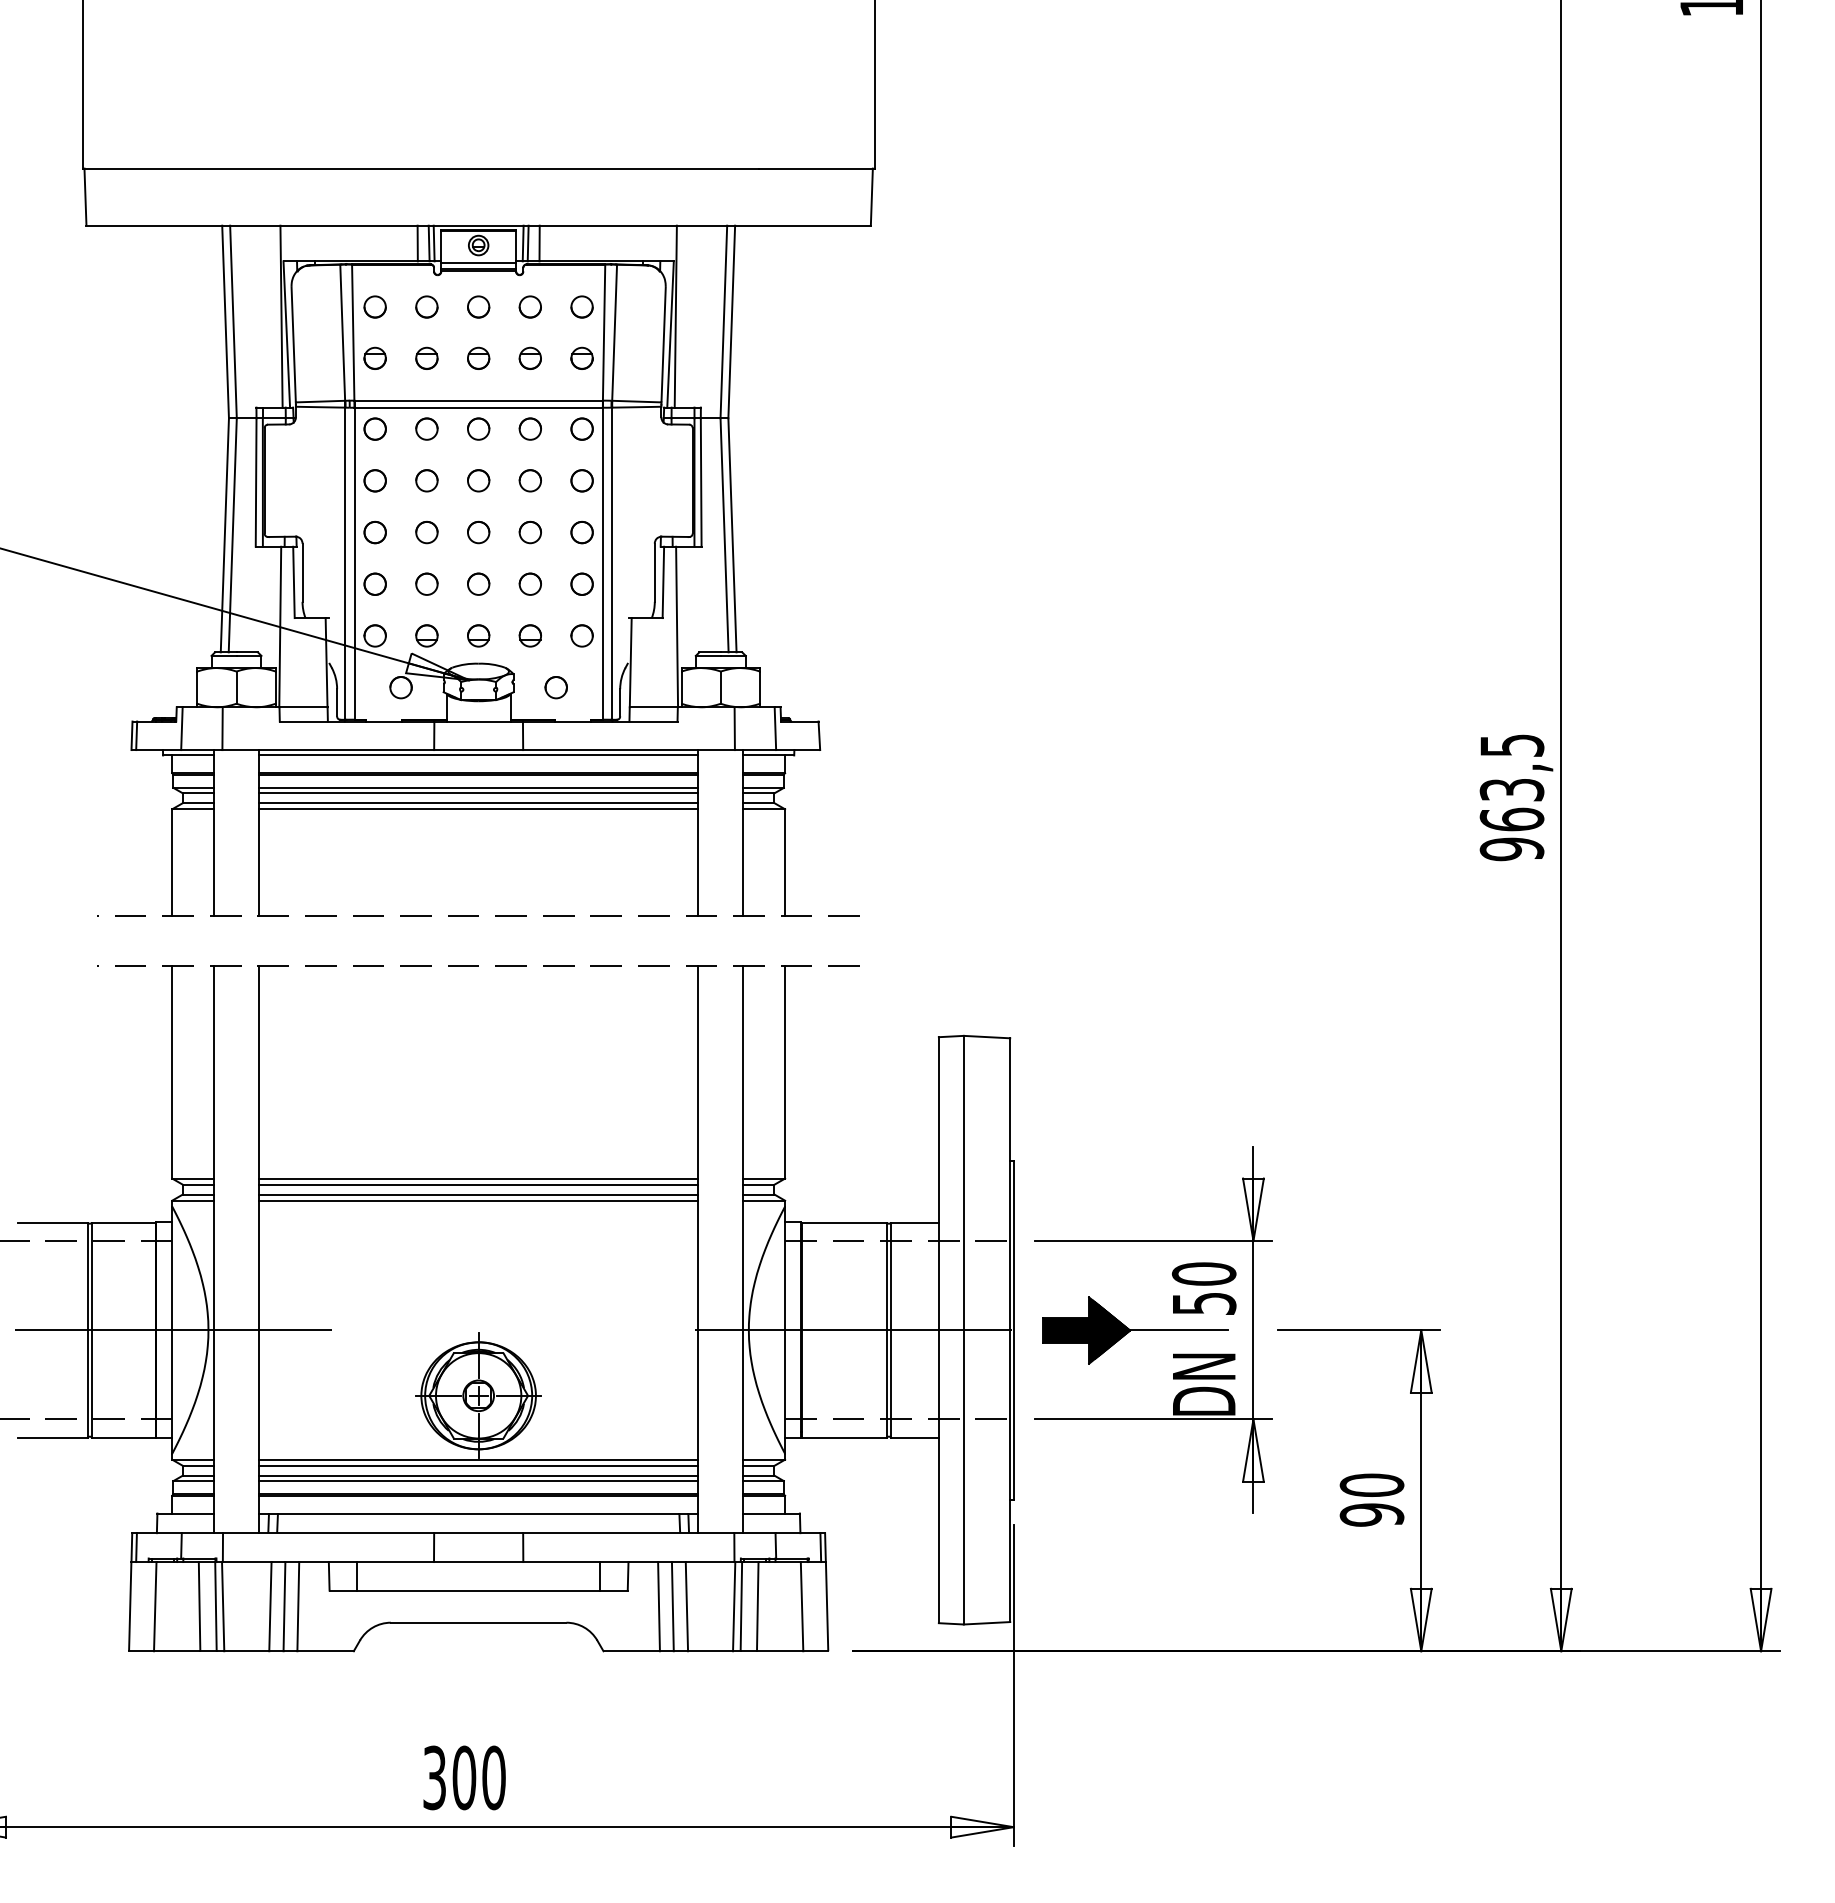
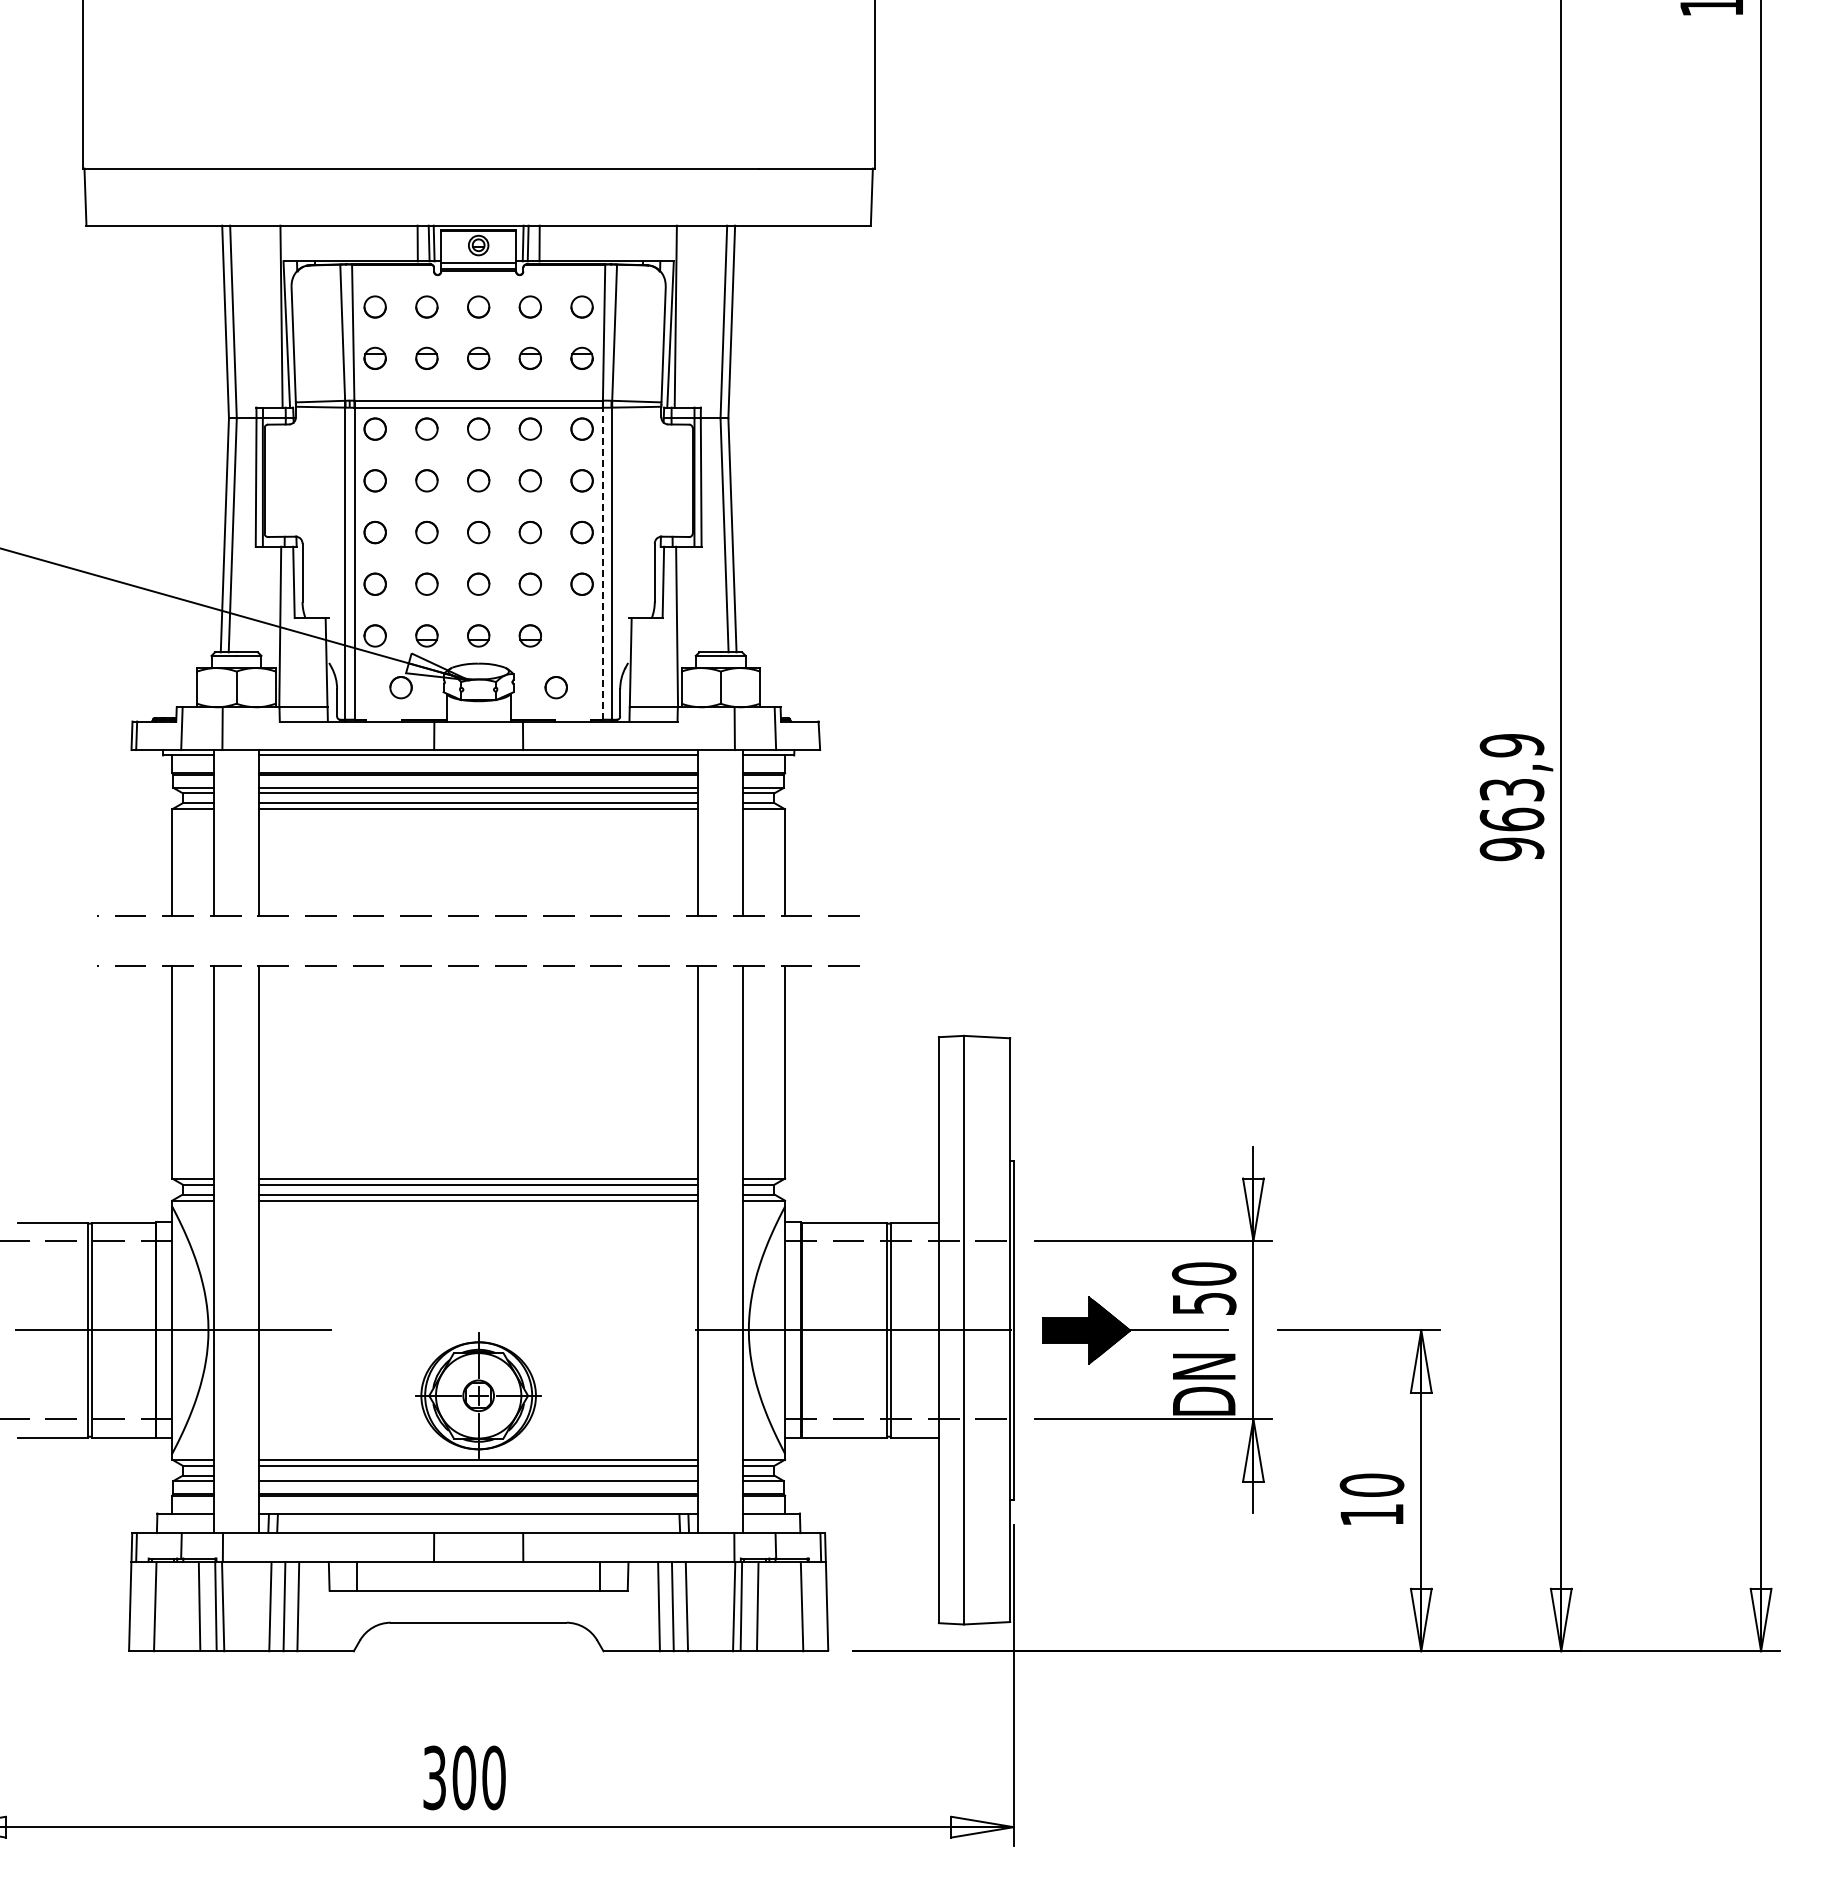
line at (602, 563): solid -> dashed
circle at (581, 635): present -> none
text at (1511, 745): 963,5 -> 963,9
line at (478, 1475): present -> none
text at (1371, 1514): 90 -> 10
